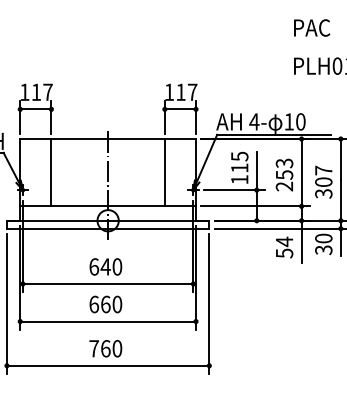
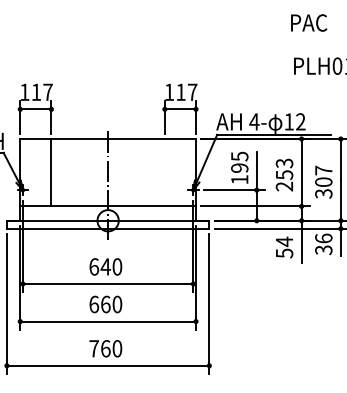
text at (312, 27) position: (312, 27) -> (309, 22)
text at (300, 121): 10 -> 12
text at (239, 167): 115 -> 195
line at (164, 172): present -> none
text at (323, 238): 30 -> 36
